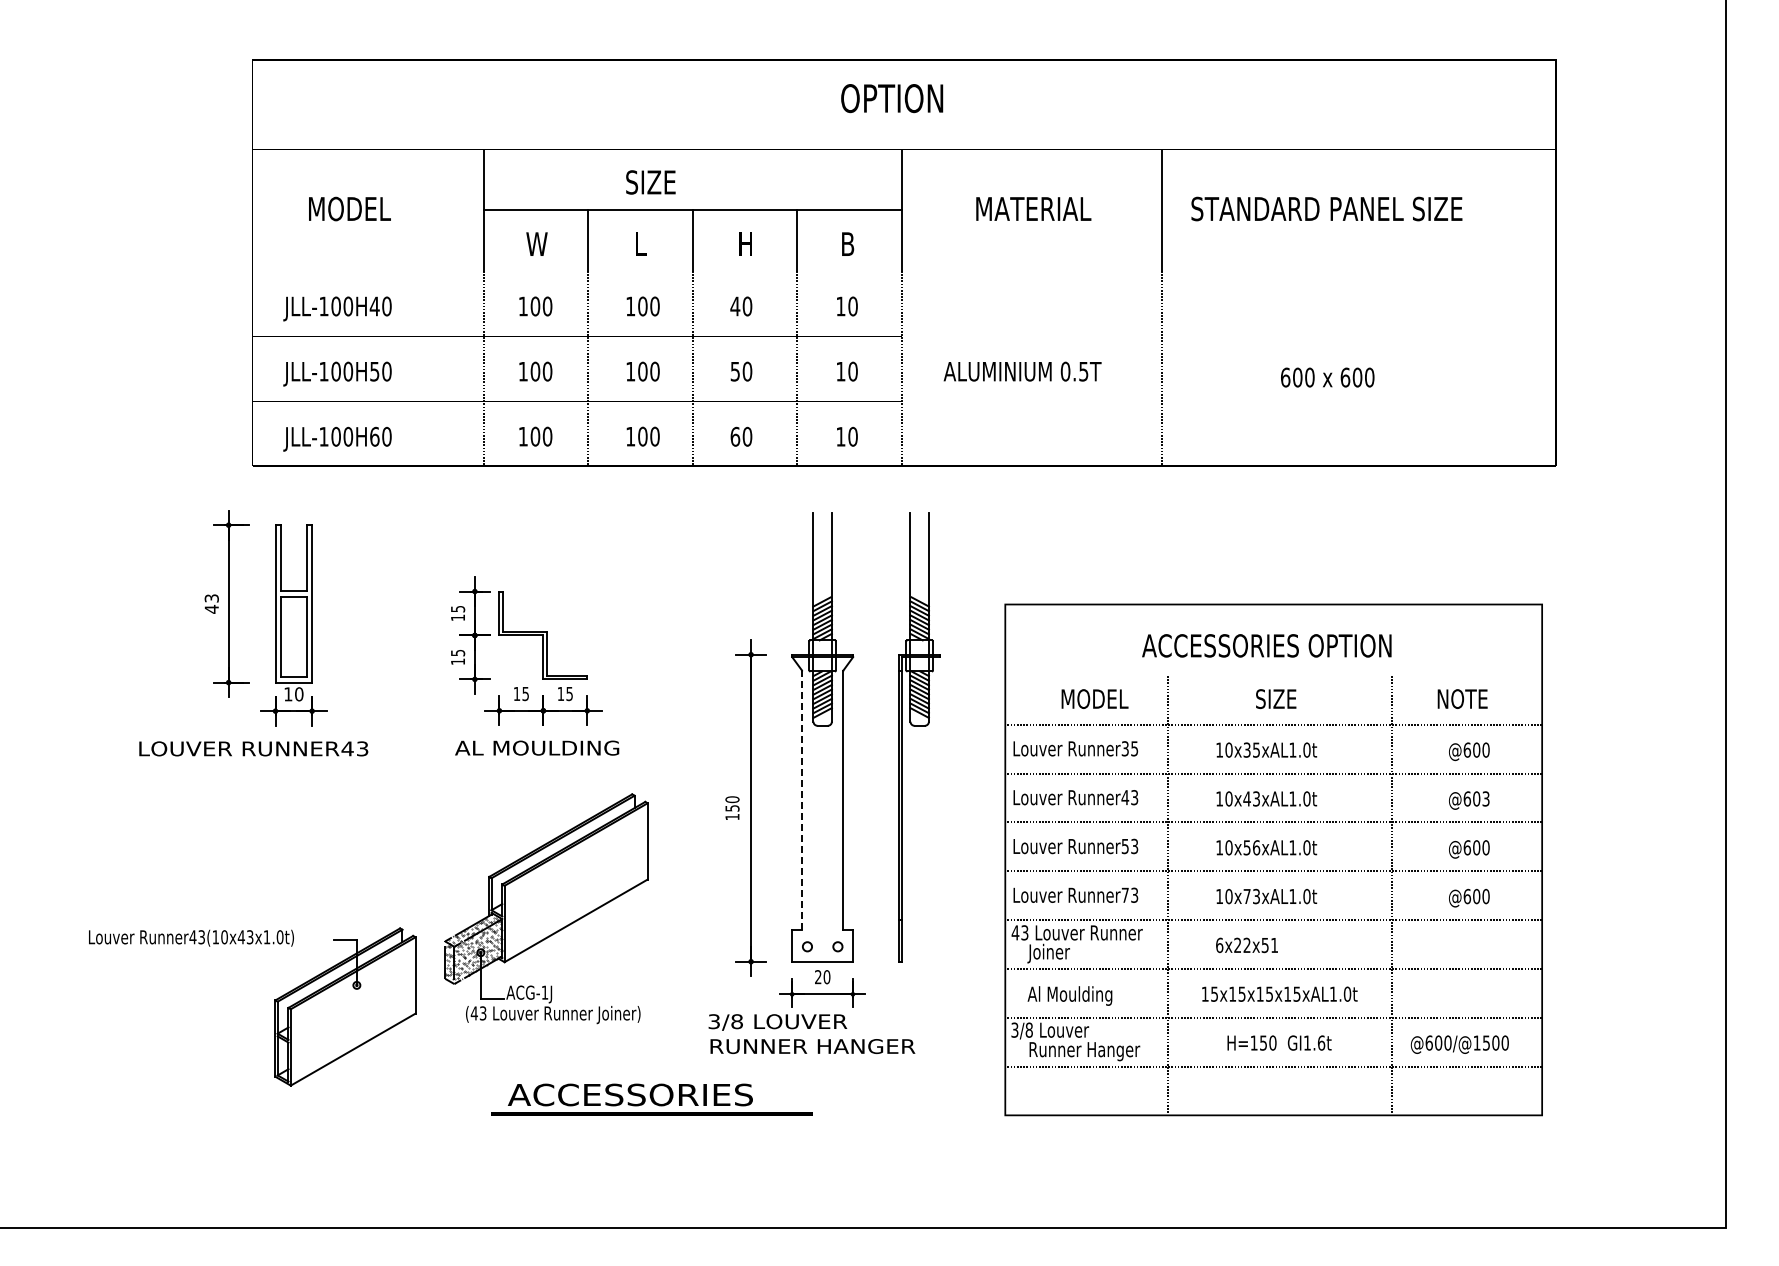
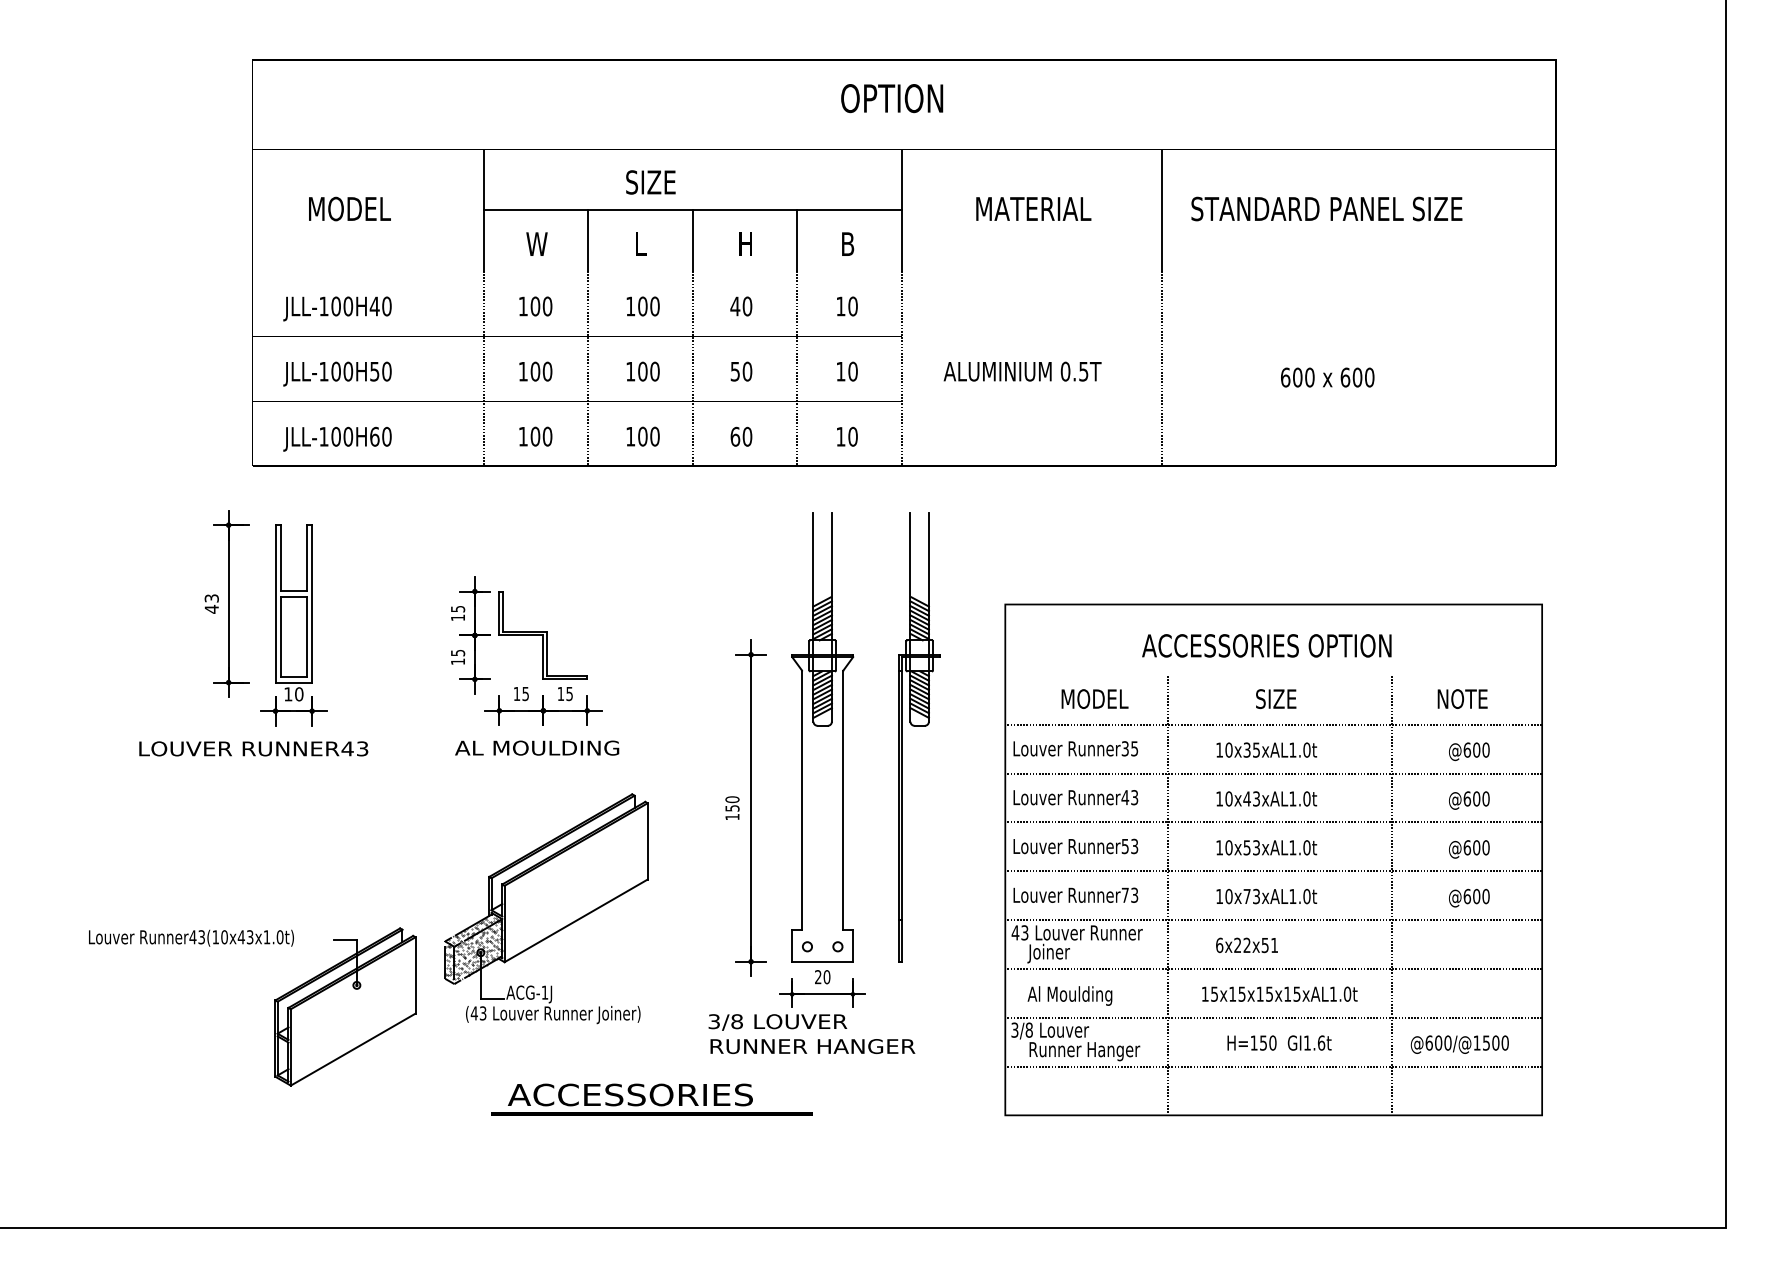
text at (1485, 798): @603 -> @600
line at (802, 800): dashed -> solid
text at (1256, 847): 10x56xAL1.0t -> 10x53xAL1.0t
